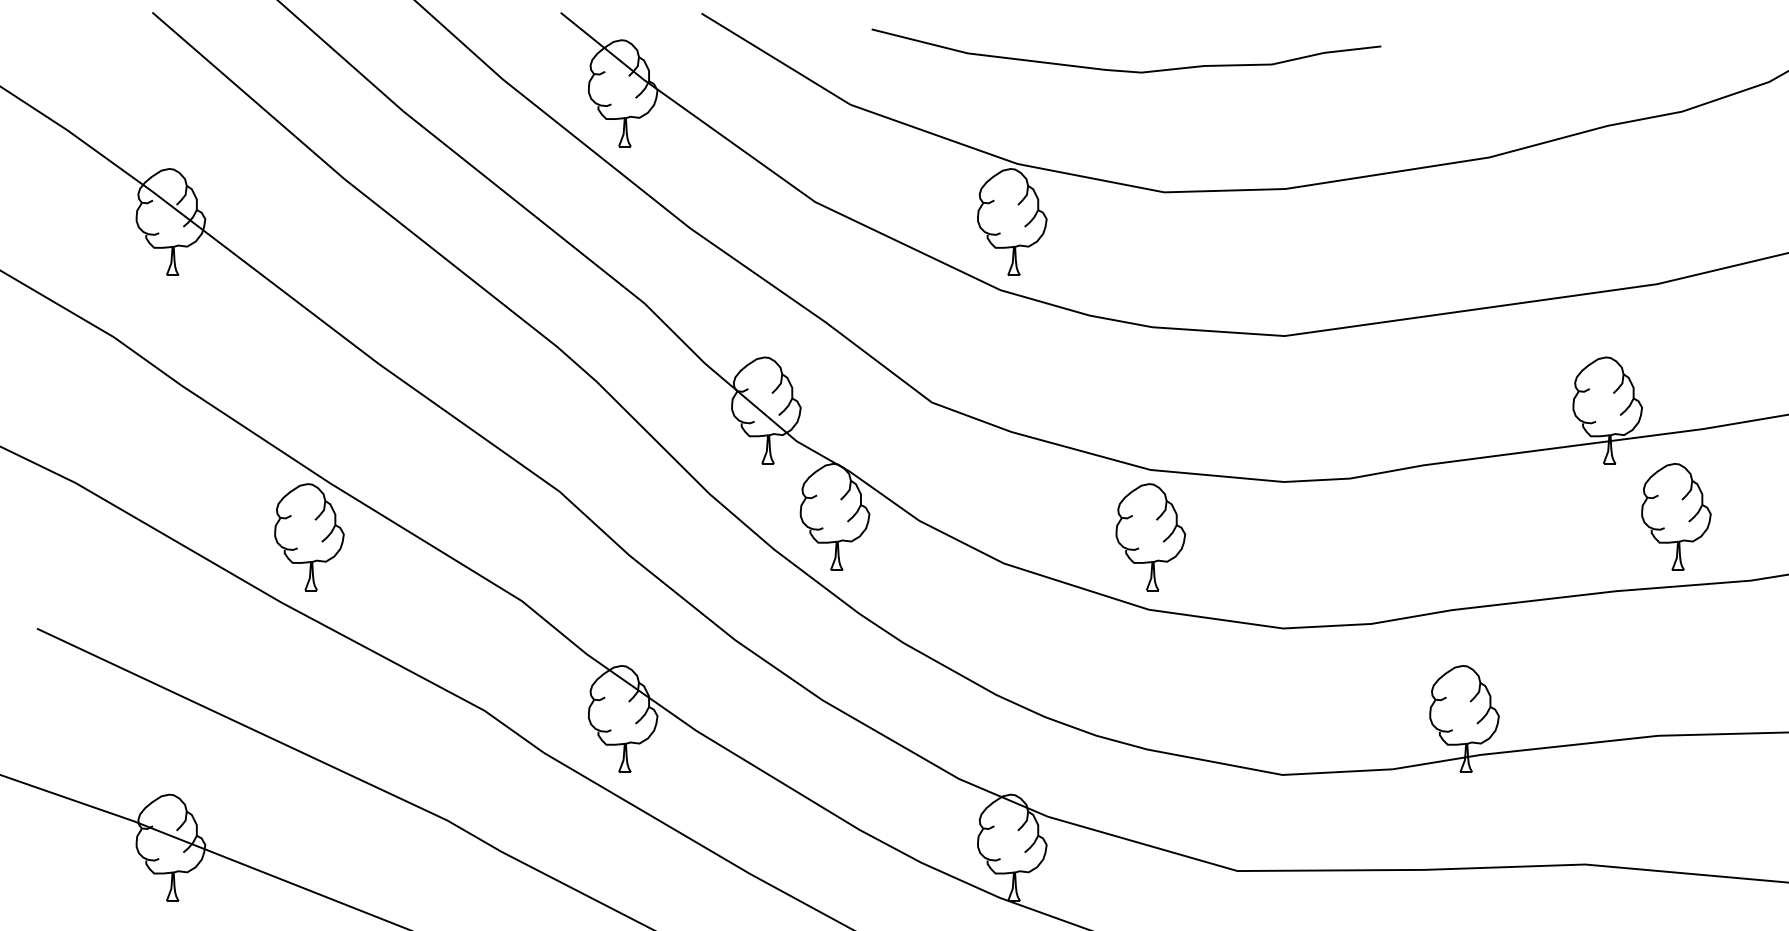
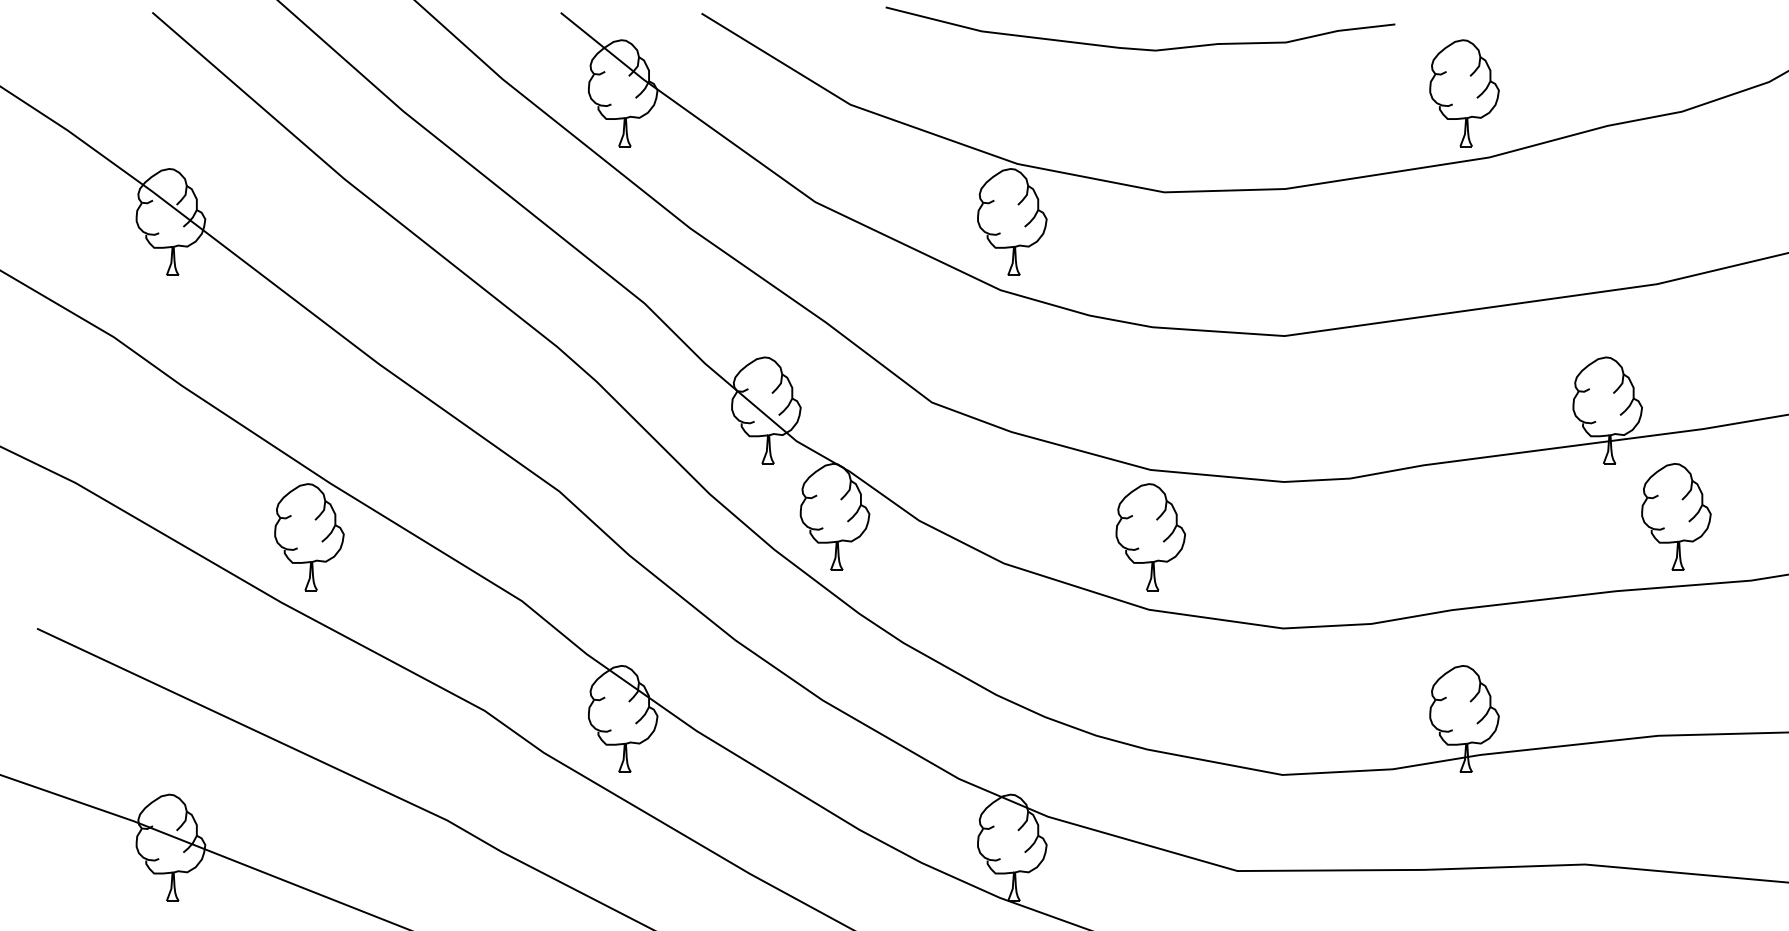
curve at (1126, 70) position: (1126, 70) -> (1140, 48)
part at (1464, 93): none -> present
